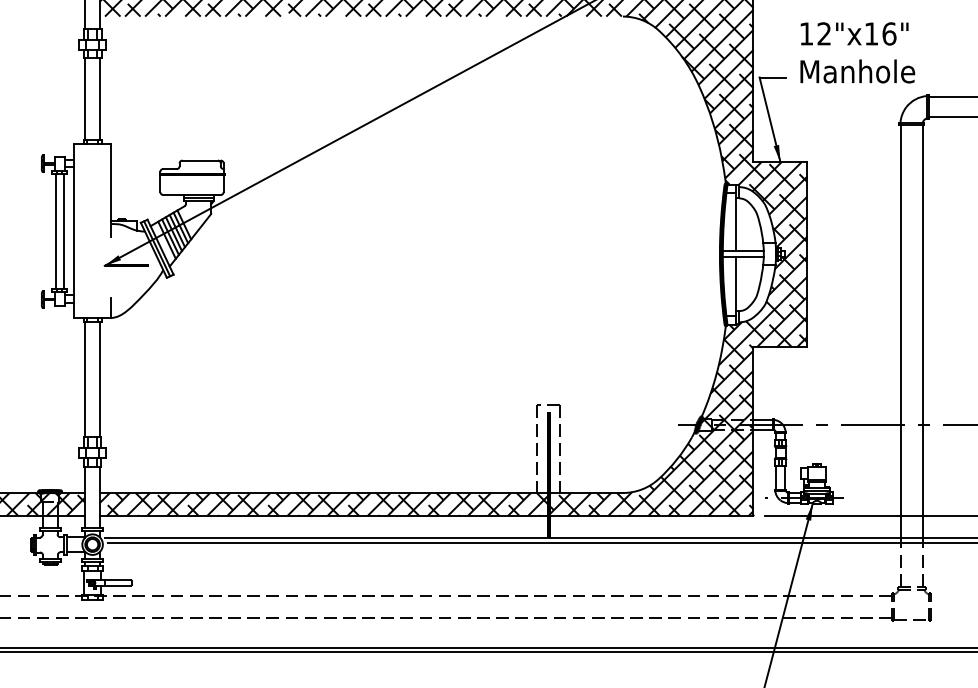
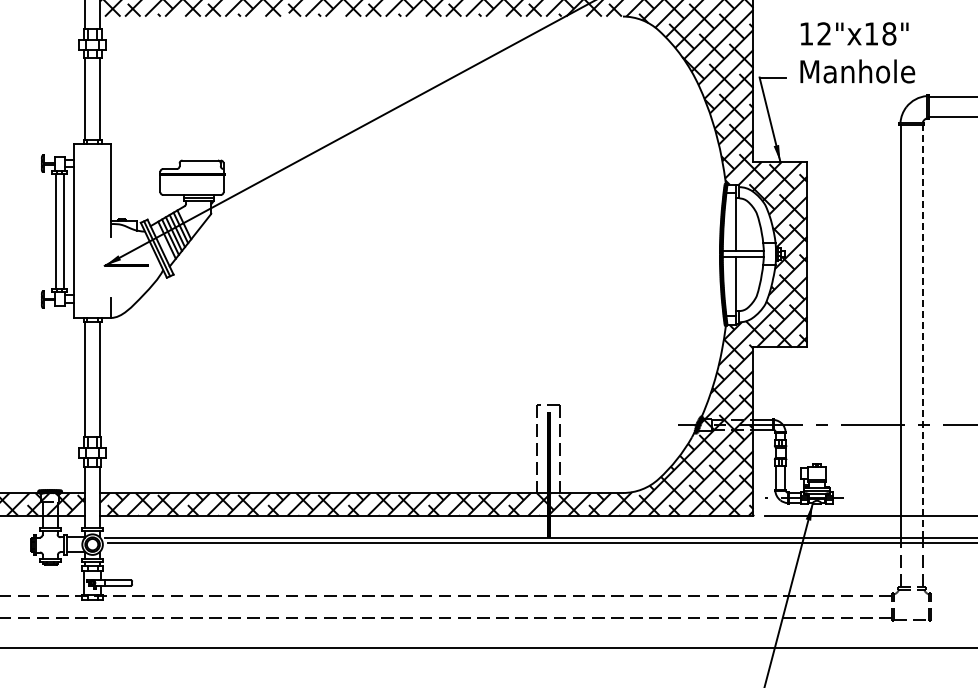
text at (889, 33): 12"x16" -> 12"x18"
line at (922, 331): solid -> dashed
line at (488, 651): present -> none
